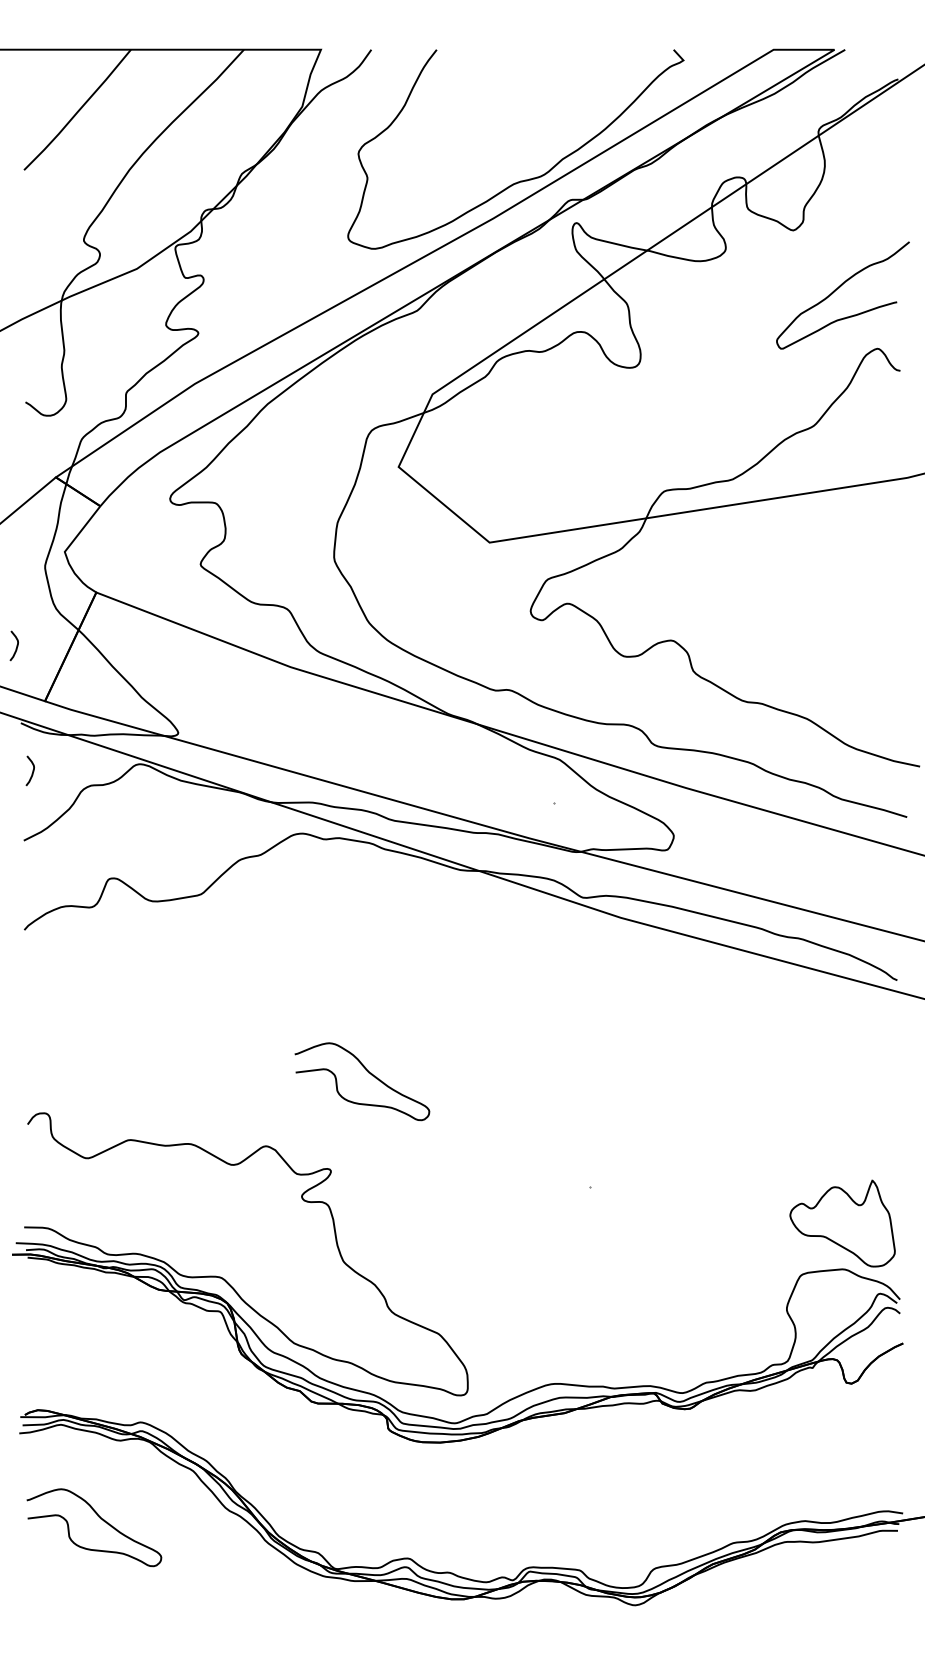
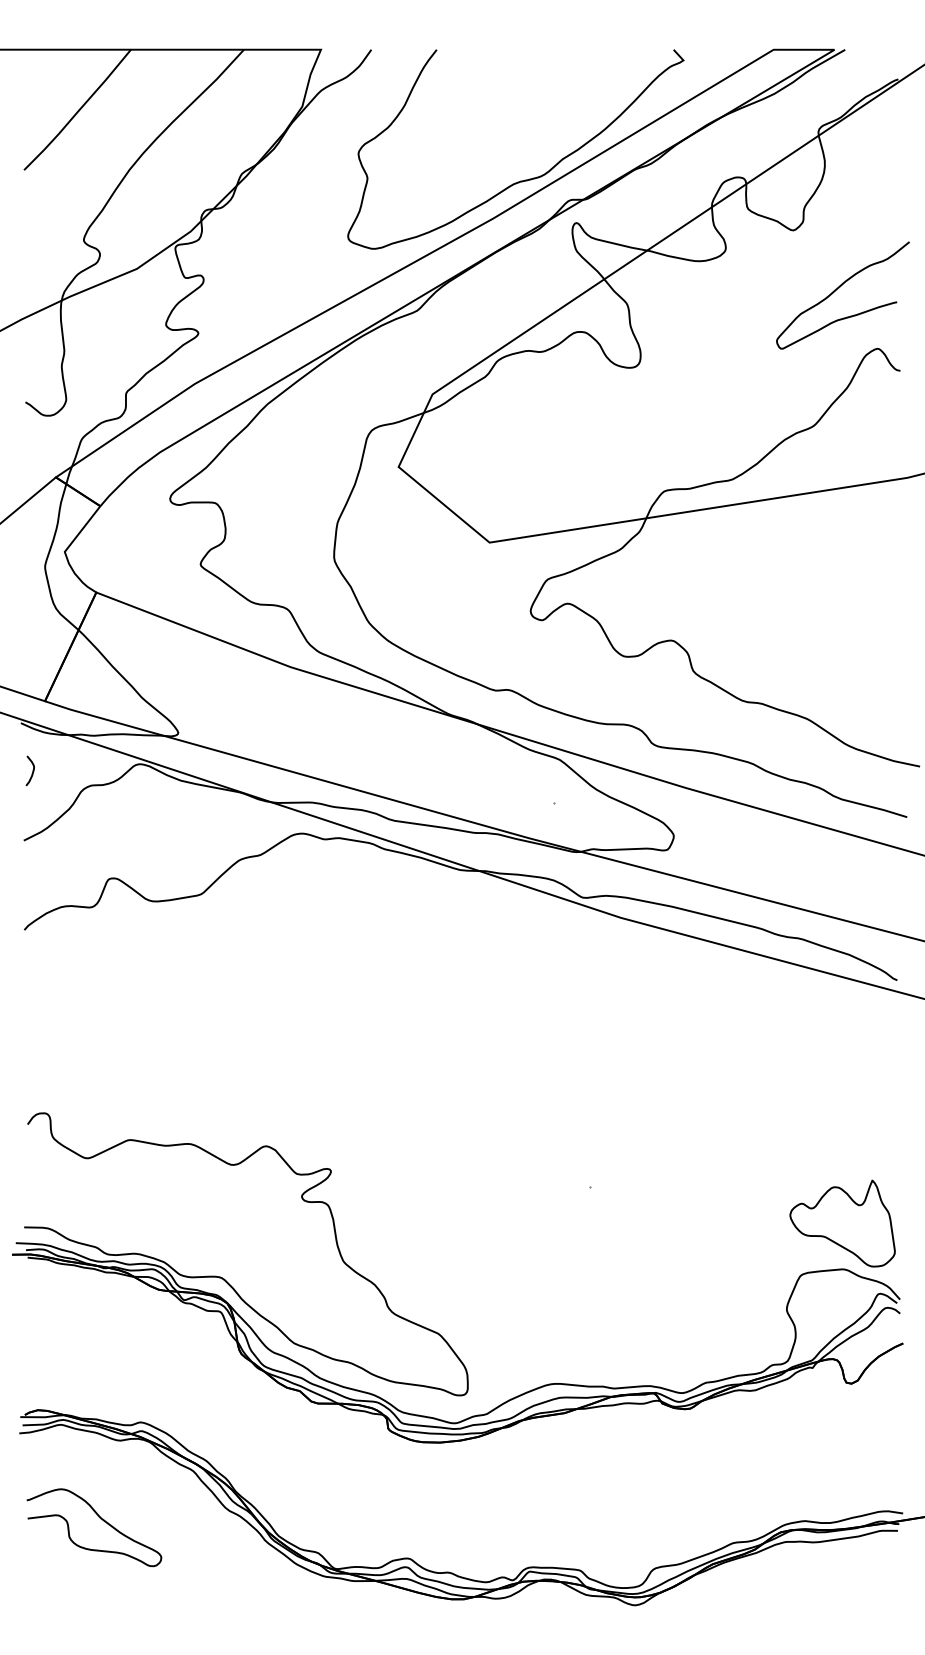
curve at (16, 645): present -> none
curve at (368, 1073): present -> none
